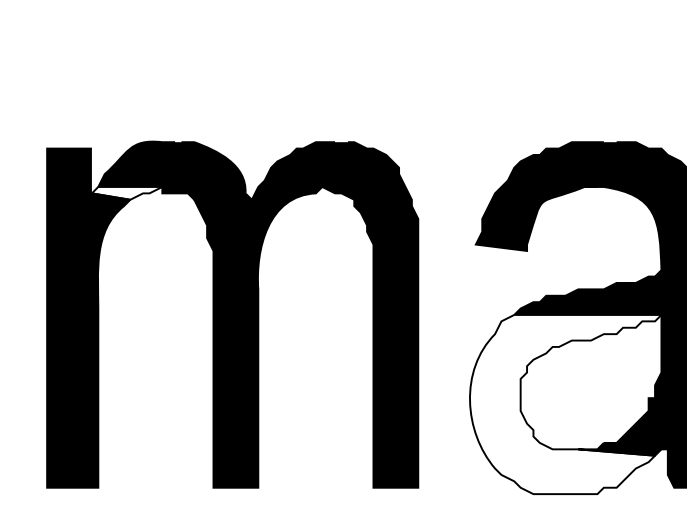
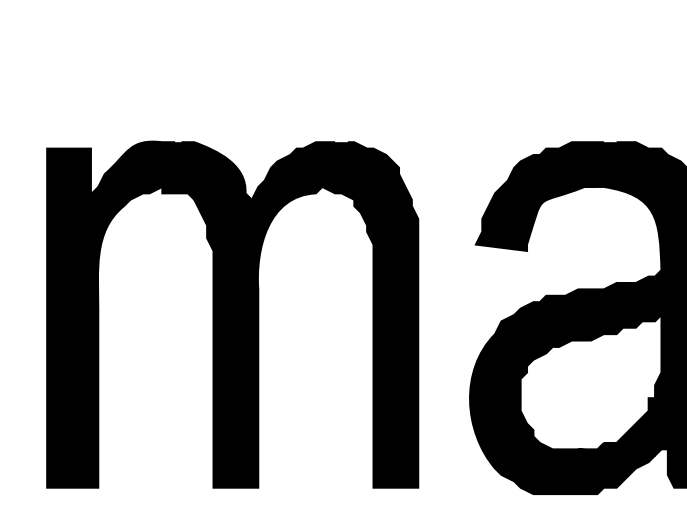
fill at (126, 192): none -> present
fill at (565, 404): none -> present
